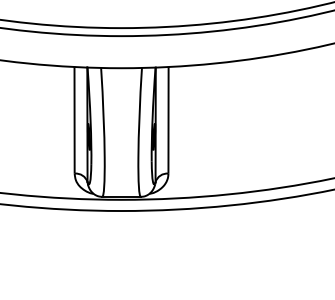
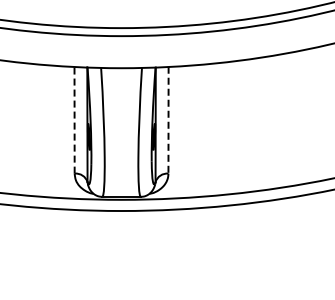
line at (74, 119): solid -> dashed
line at (168, 120): solid -> dashed
